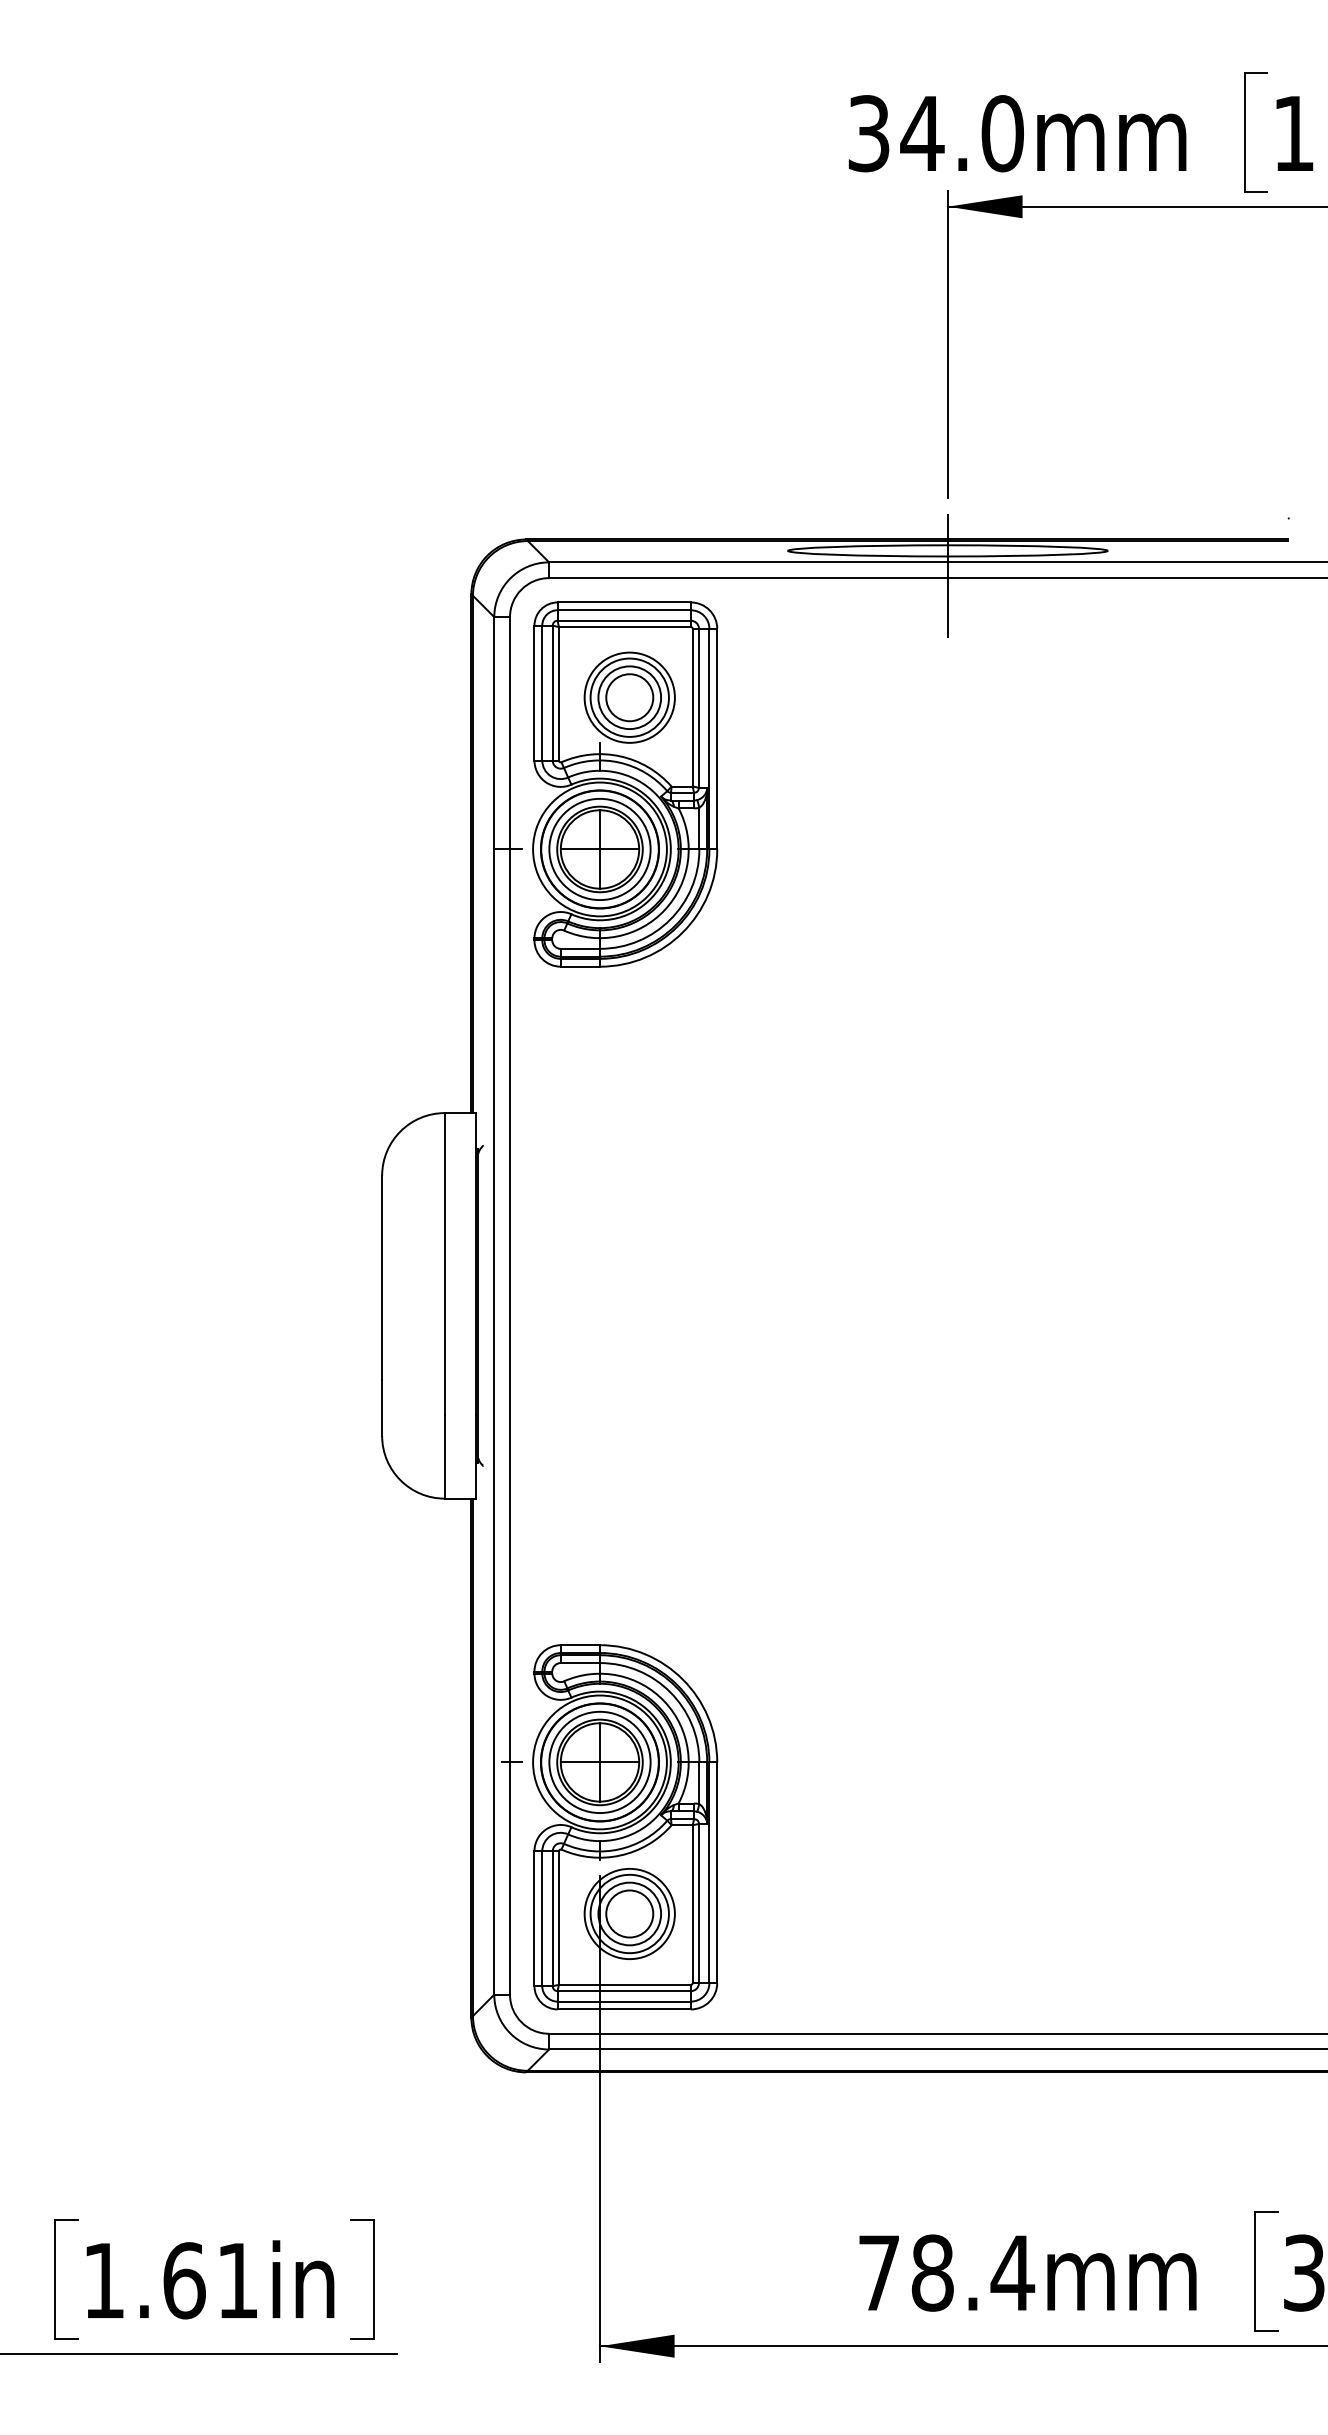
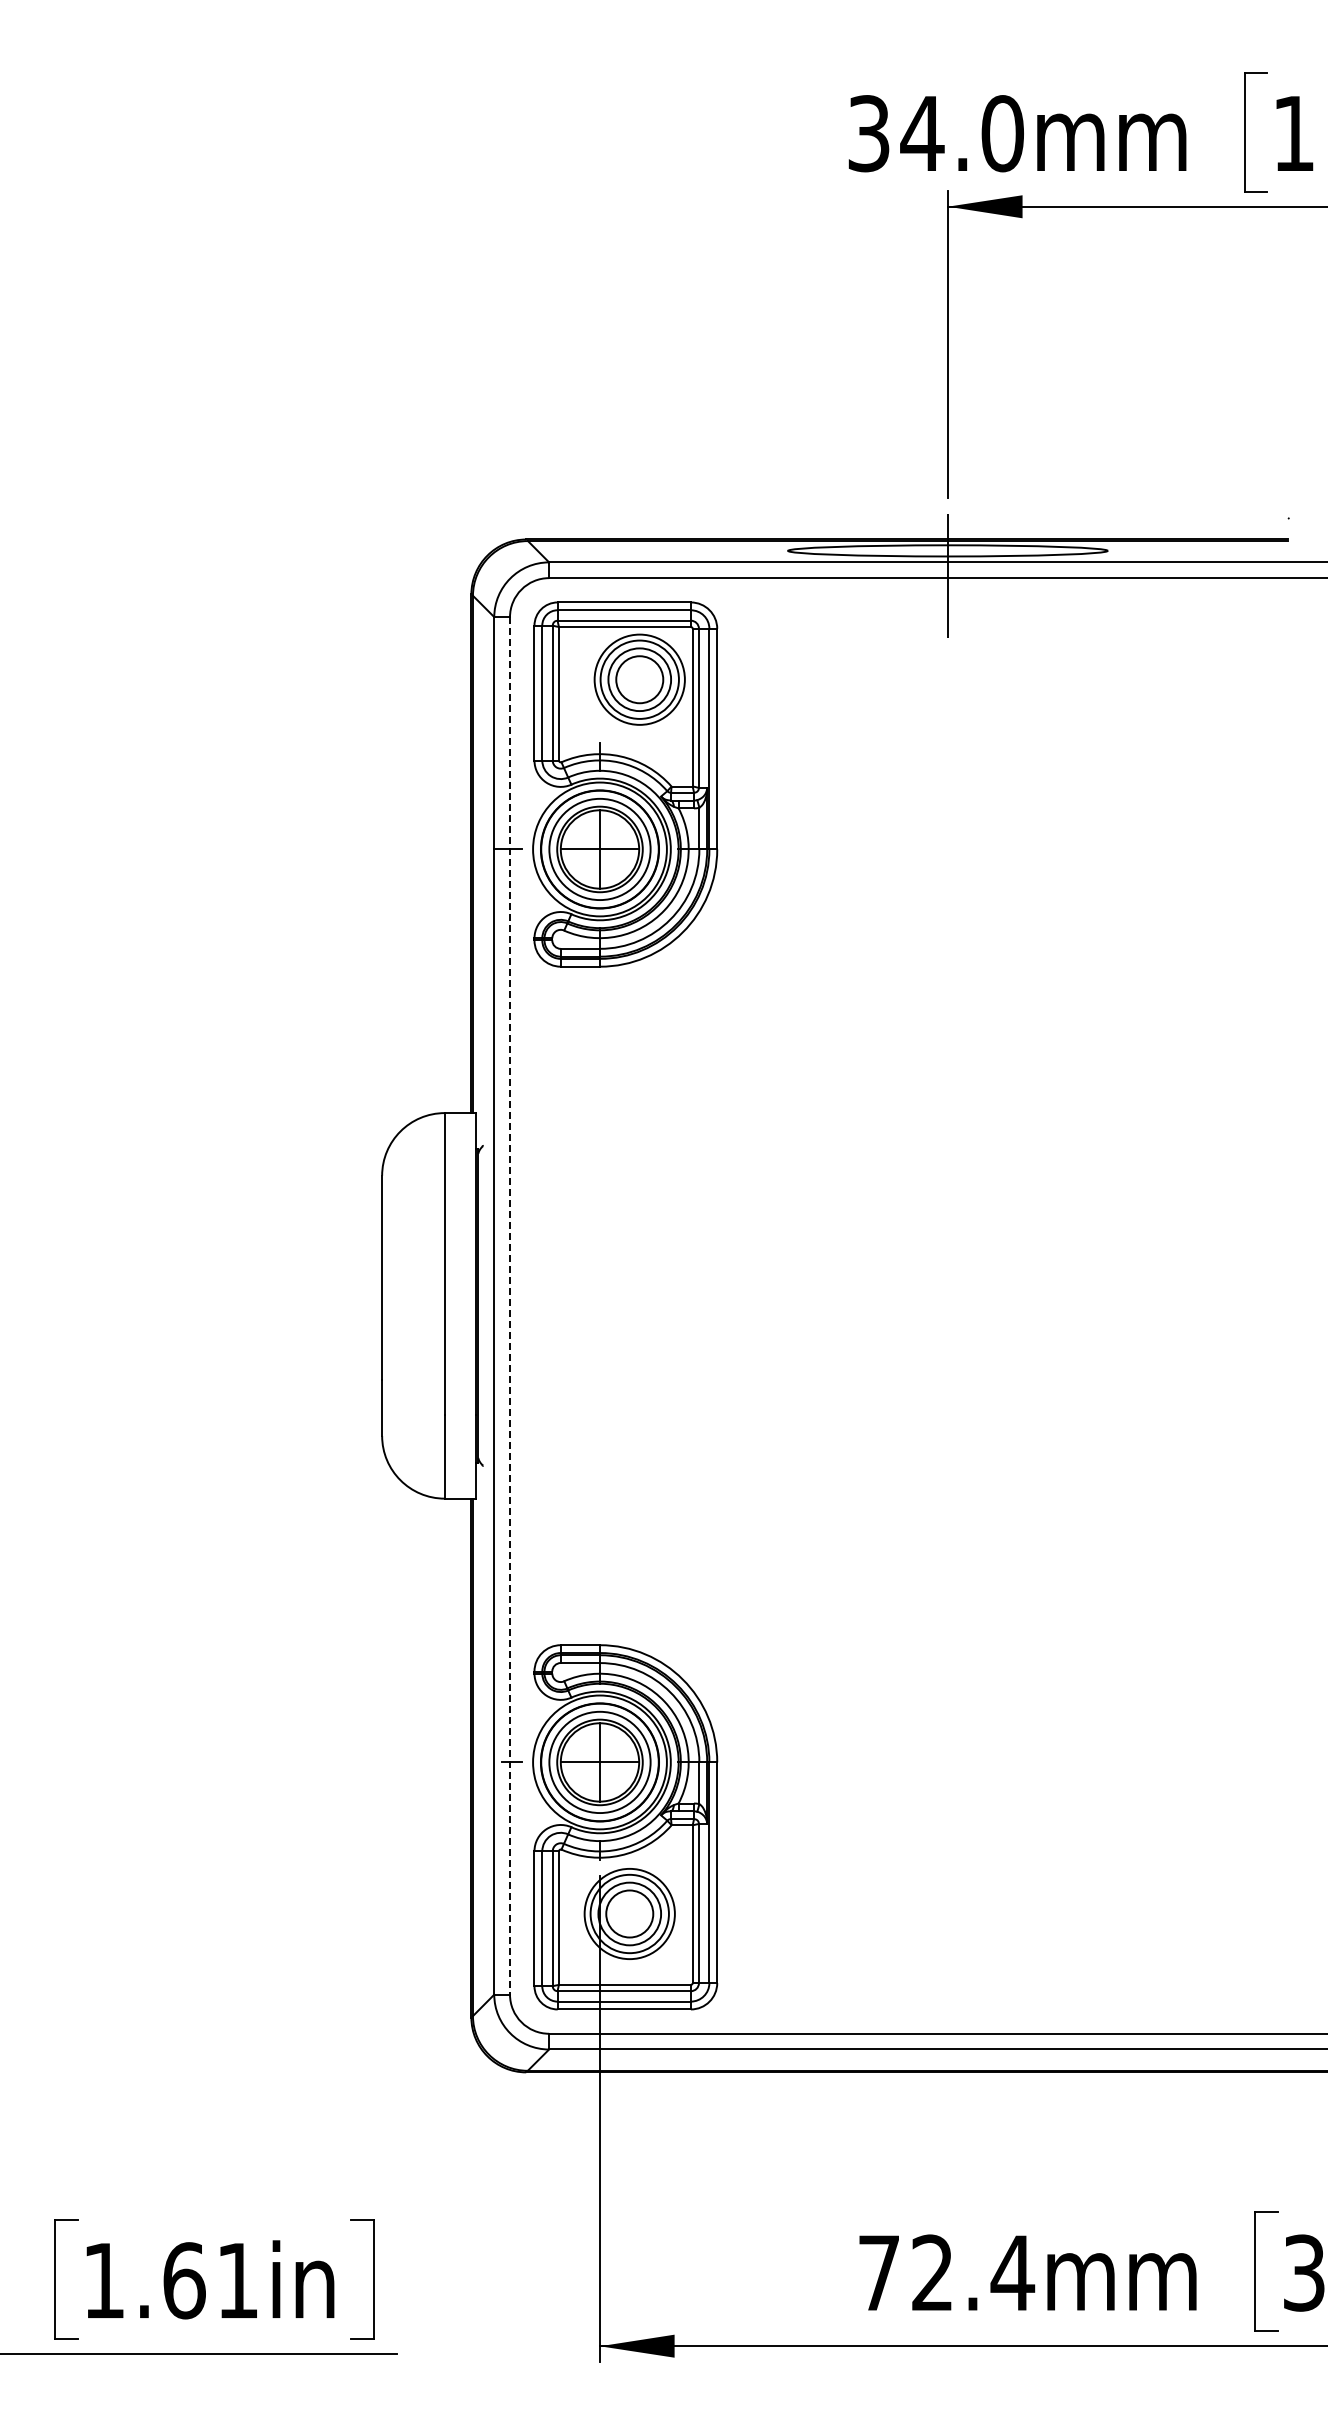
part at (629, 697) position: (629, 697) -> (639, 679)
line at (510, 1305): solid -> dashed
text at (932, 2272): 78.4mm -> 72.4mm
